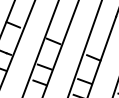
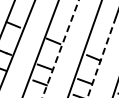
line at (60, 48): solid -> dashed
line at (101, 57): solid -> dashed
